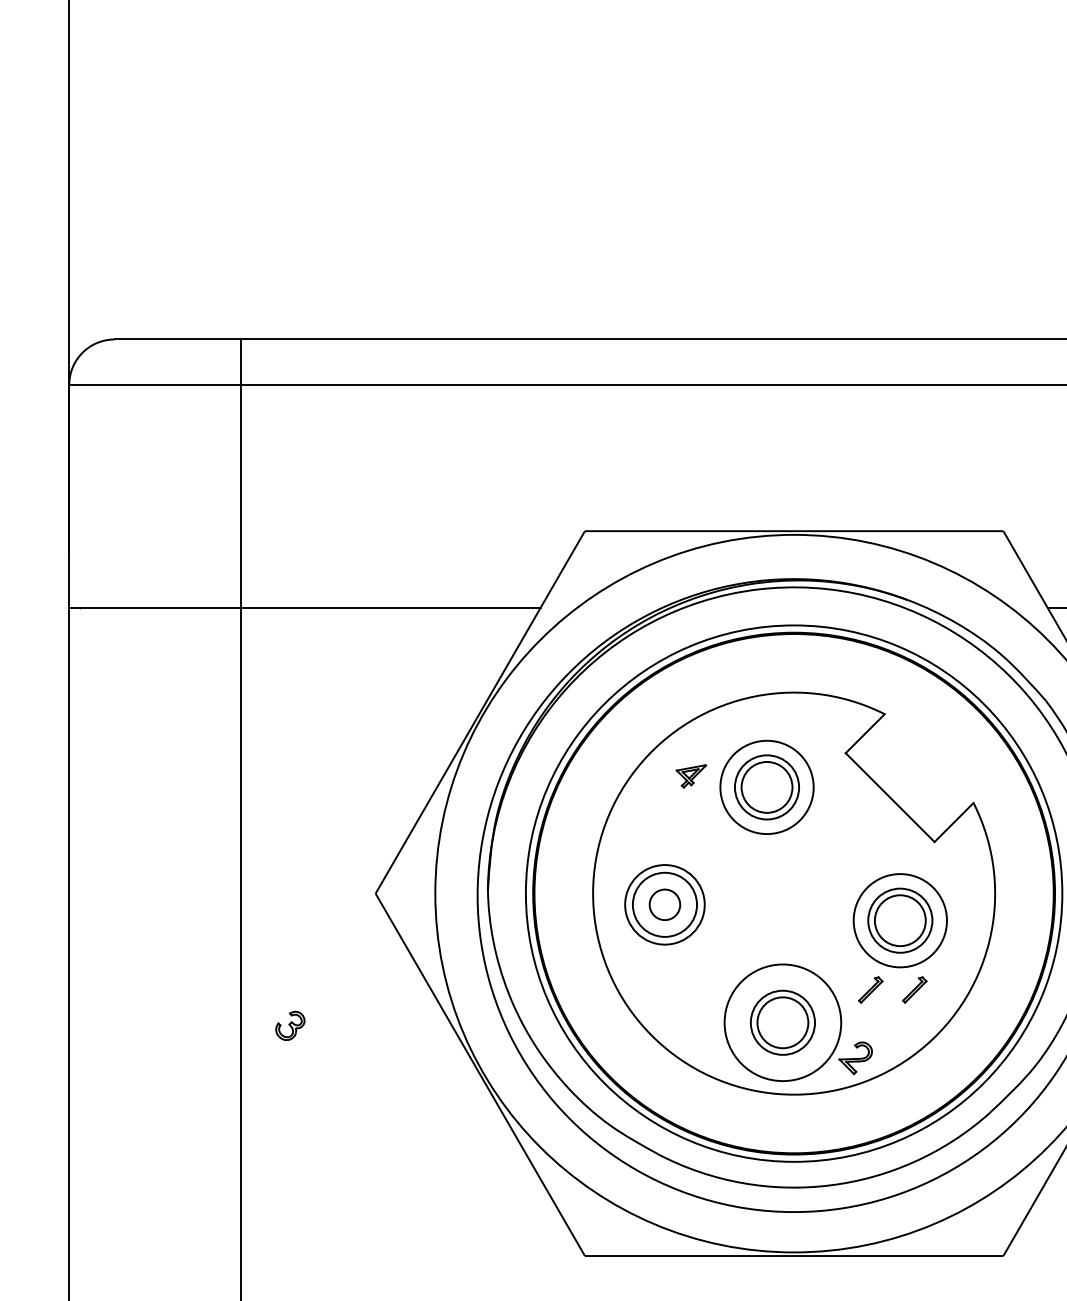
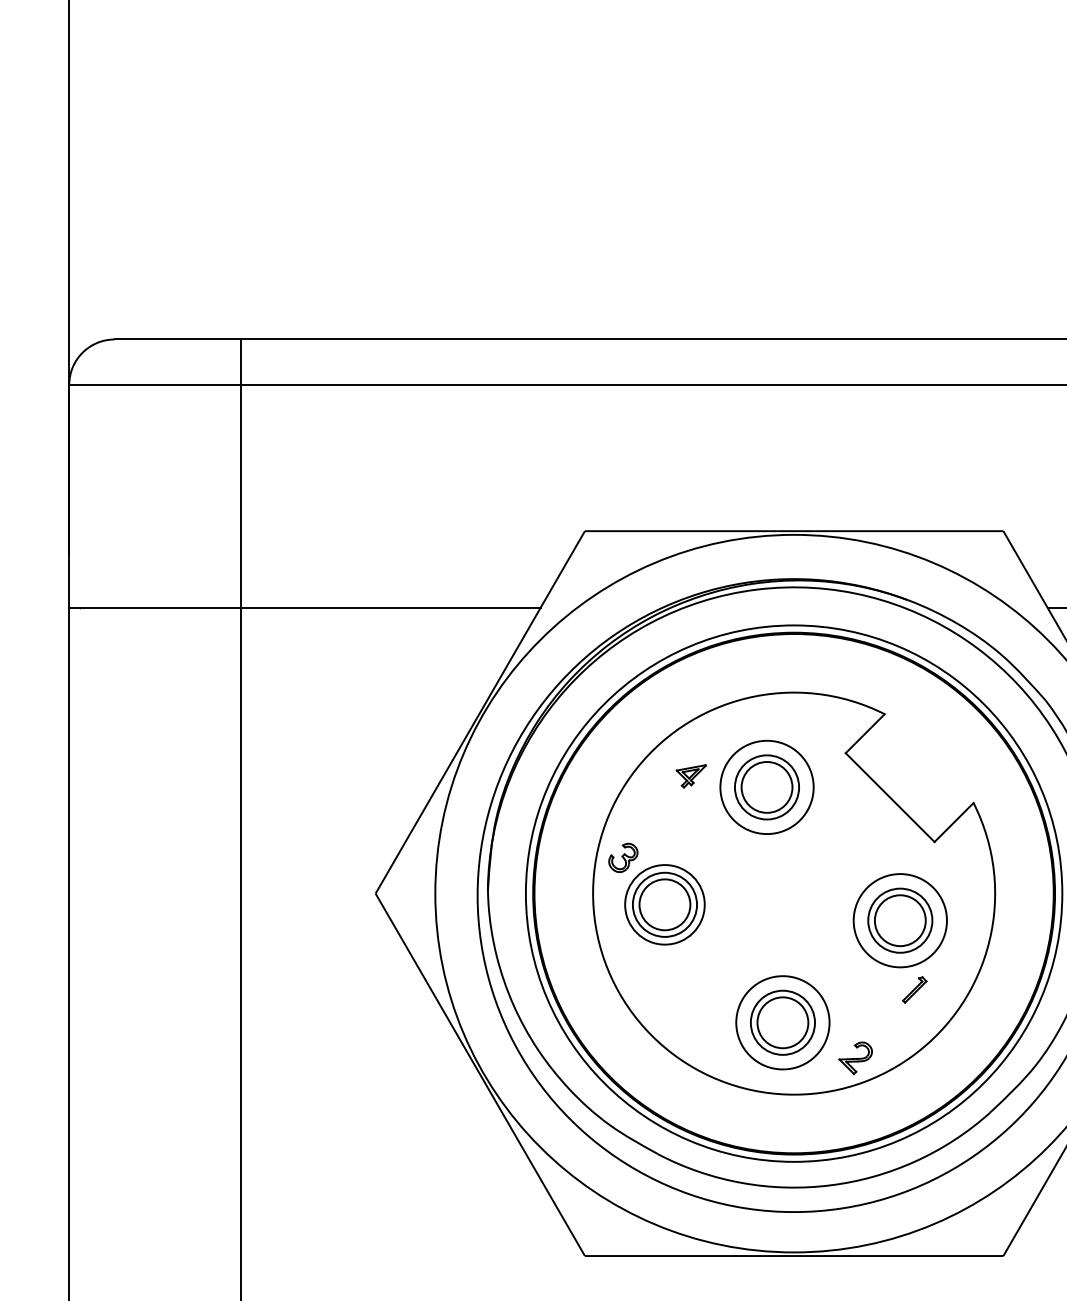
circle at (664, 904) diameter: 31 px -> 51 px
part at (870, 989): present -> none
circle at (782, 1022) diameter: 117 px -> 93 px
part at (290, 1025) position: (290, 1025) -> (623, 857)
